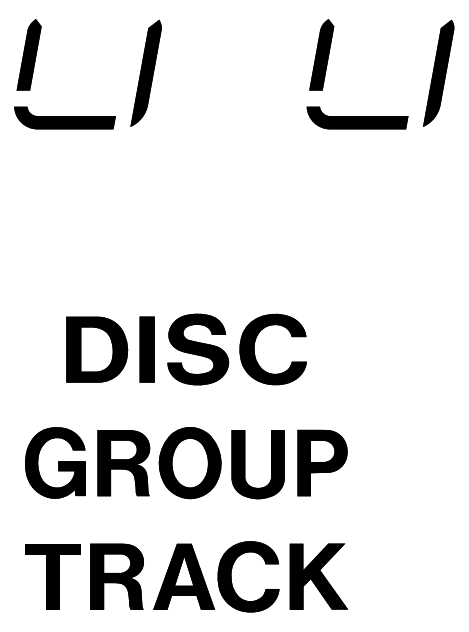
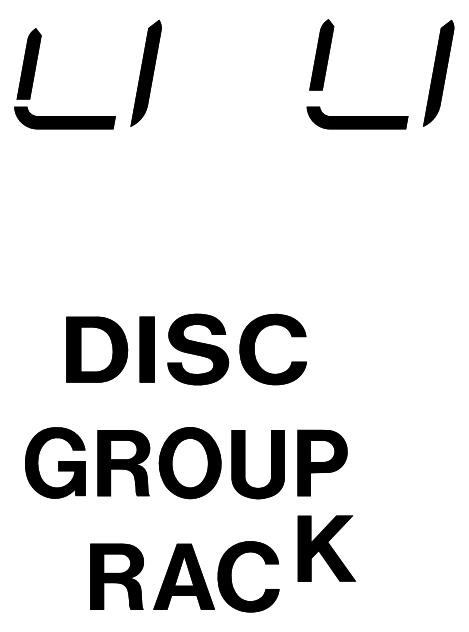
part at (28, 54) position: (28, 54) -> (28, 63)
part at (52, 576): present -> none
part at (318, 576) position: (318, 576) -> (326, 548)
